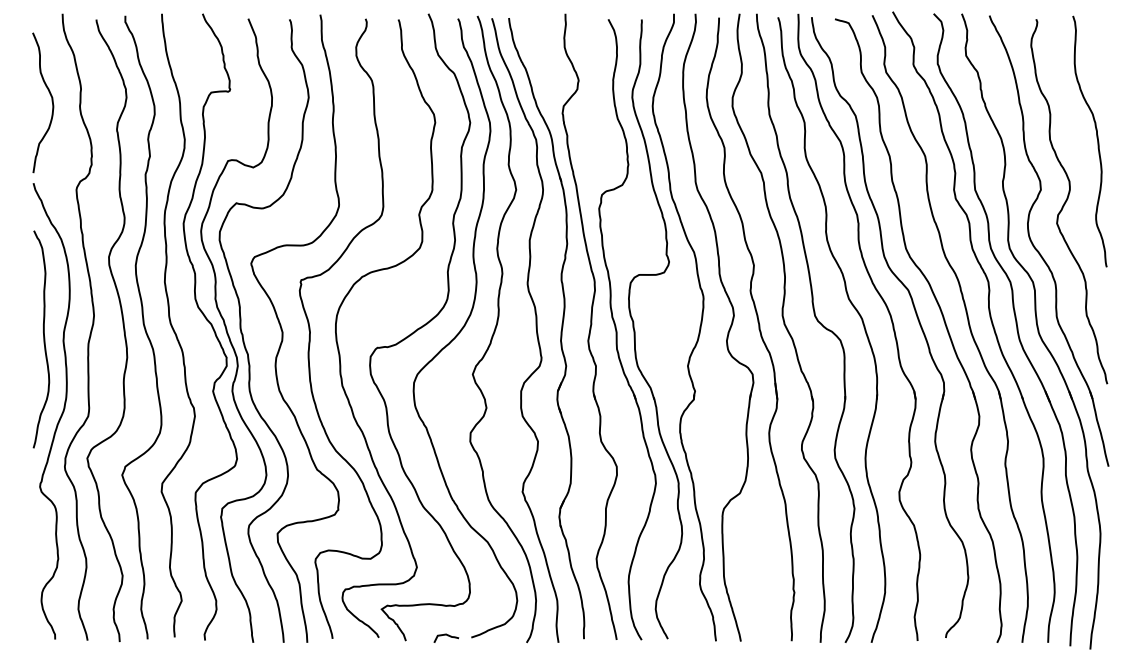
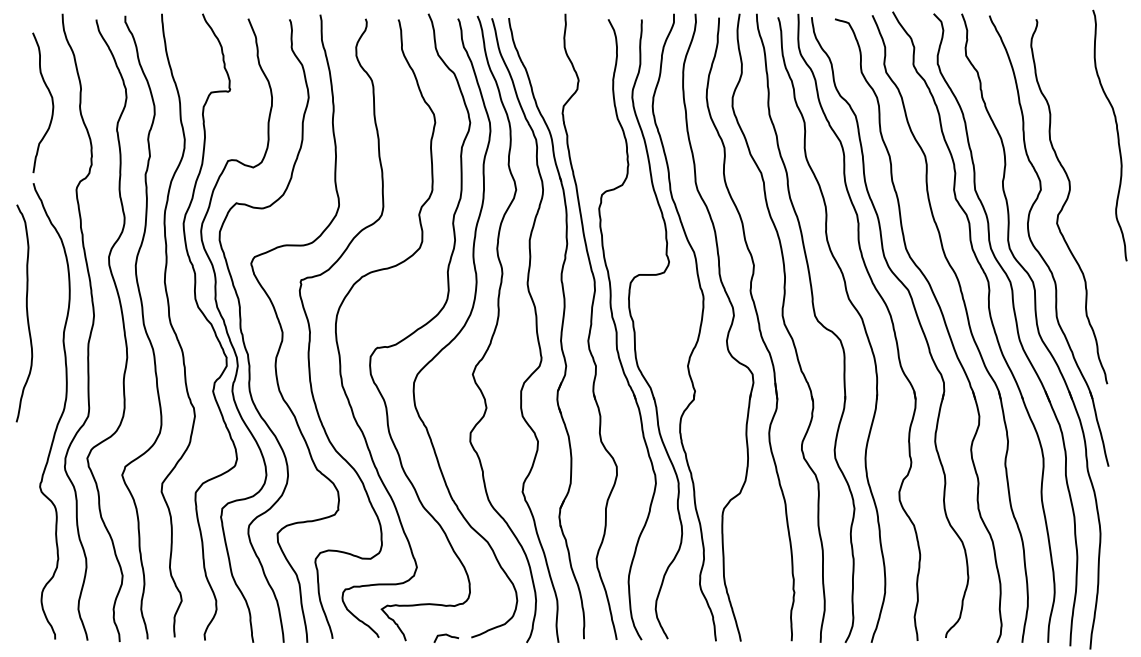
curve at (1096, 138) position: (1096, 138) -> (1116, 132)
curve at (43, 339) position: (43, 339) -> (26, 313)
